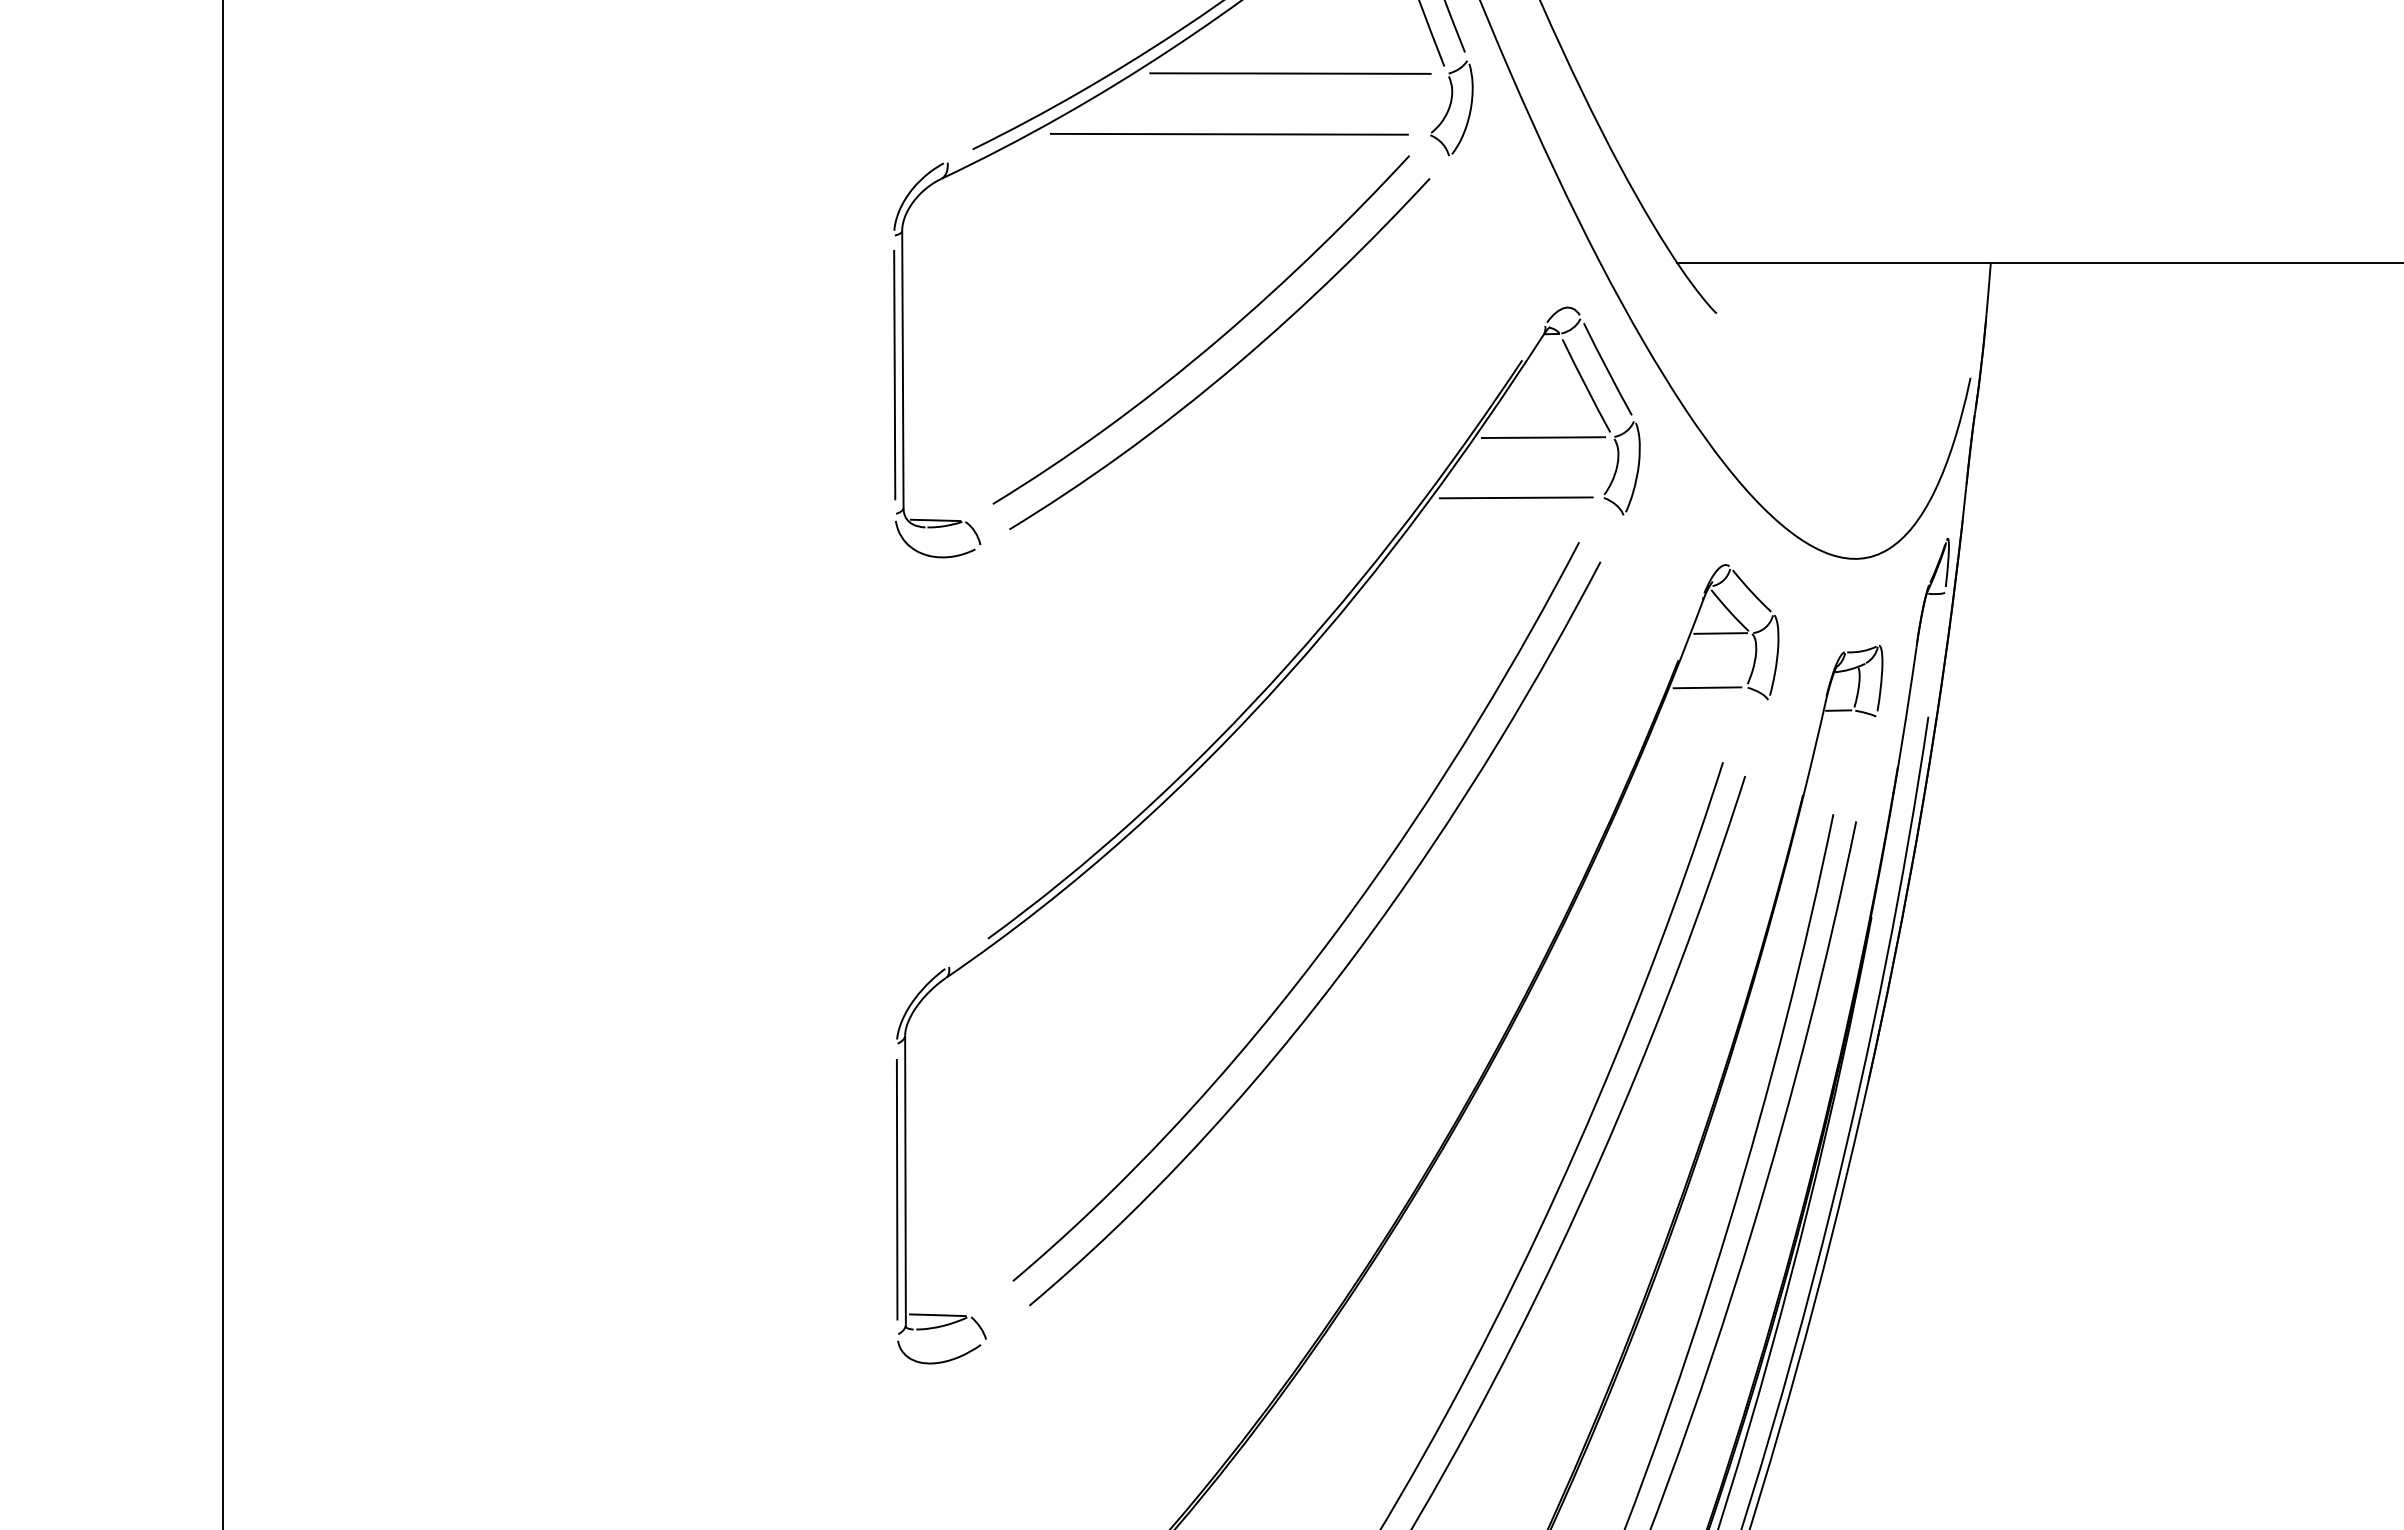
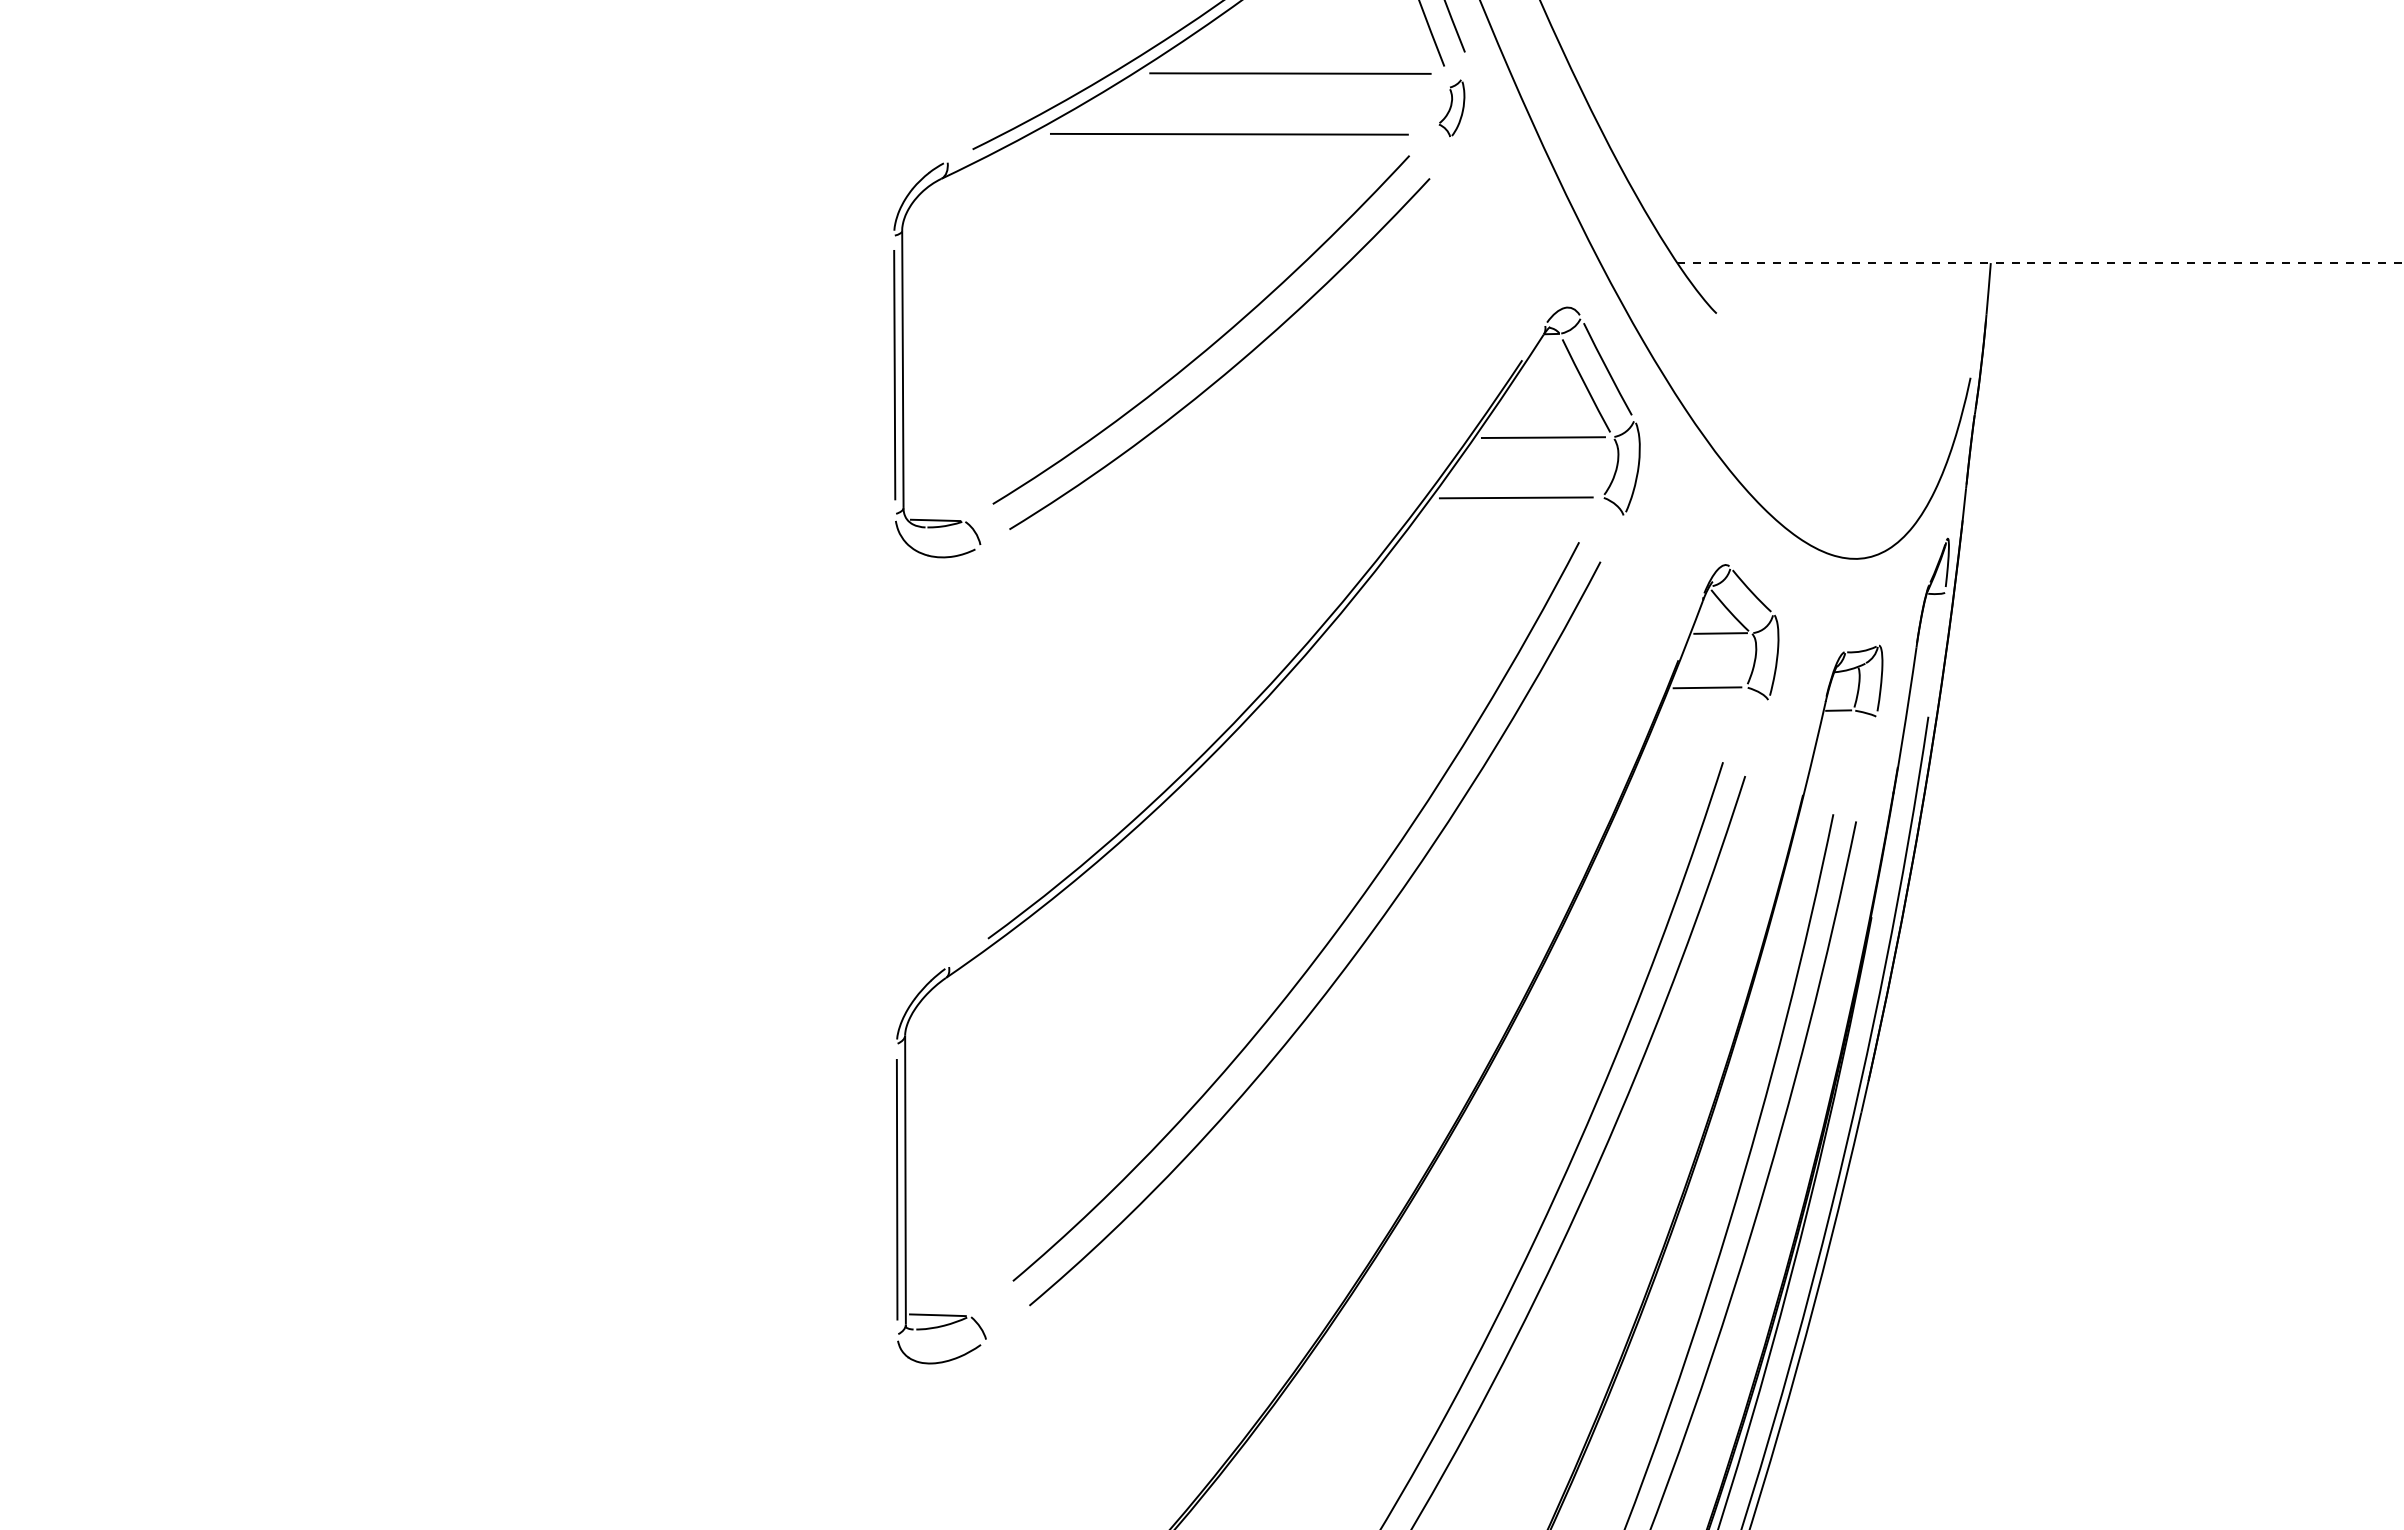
part at (1451, 108) size: 44x97 px -> 28x59 px
line at (2040, 263): solid -> dashed
line at (222, 764): present -> none
